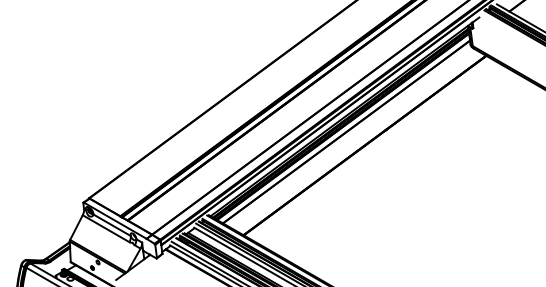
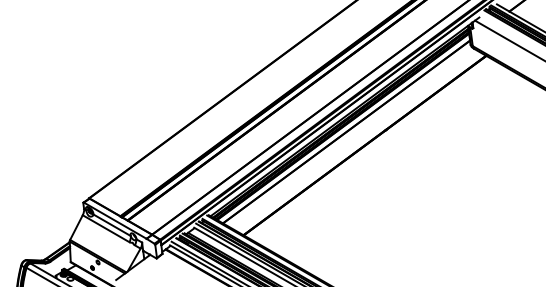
line at (508, 39): none -> present
